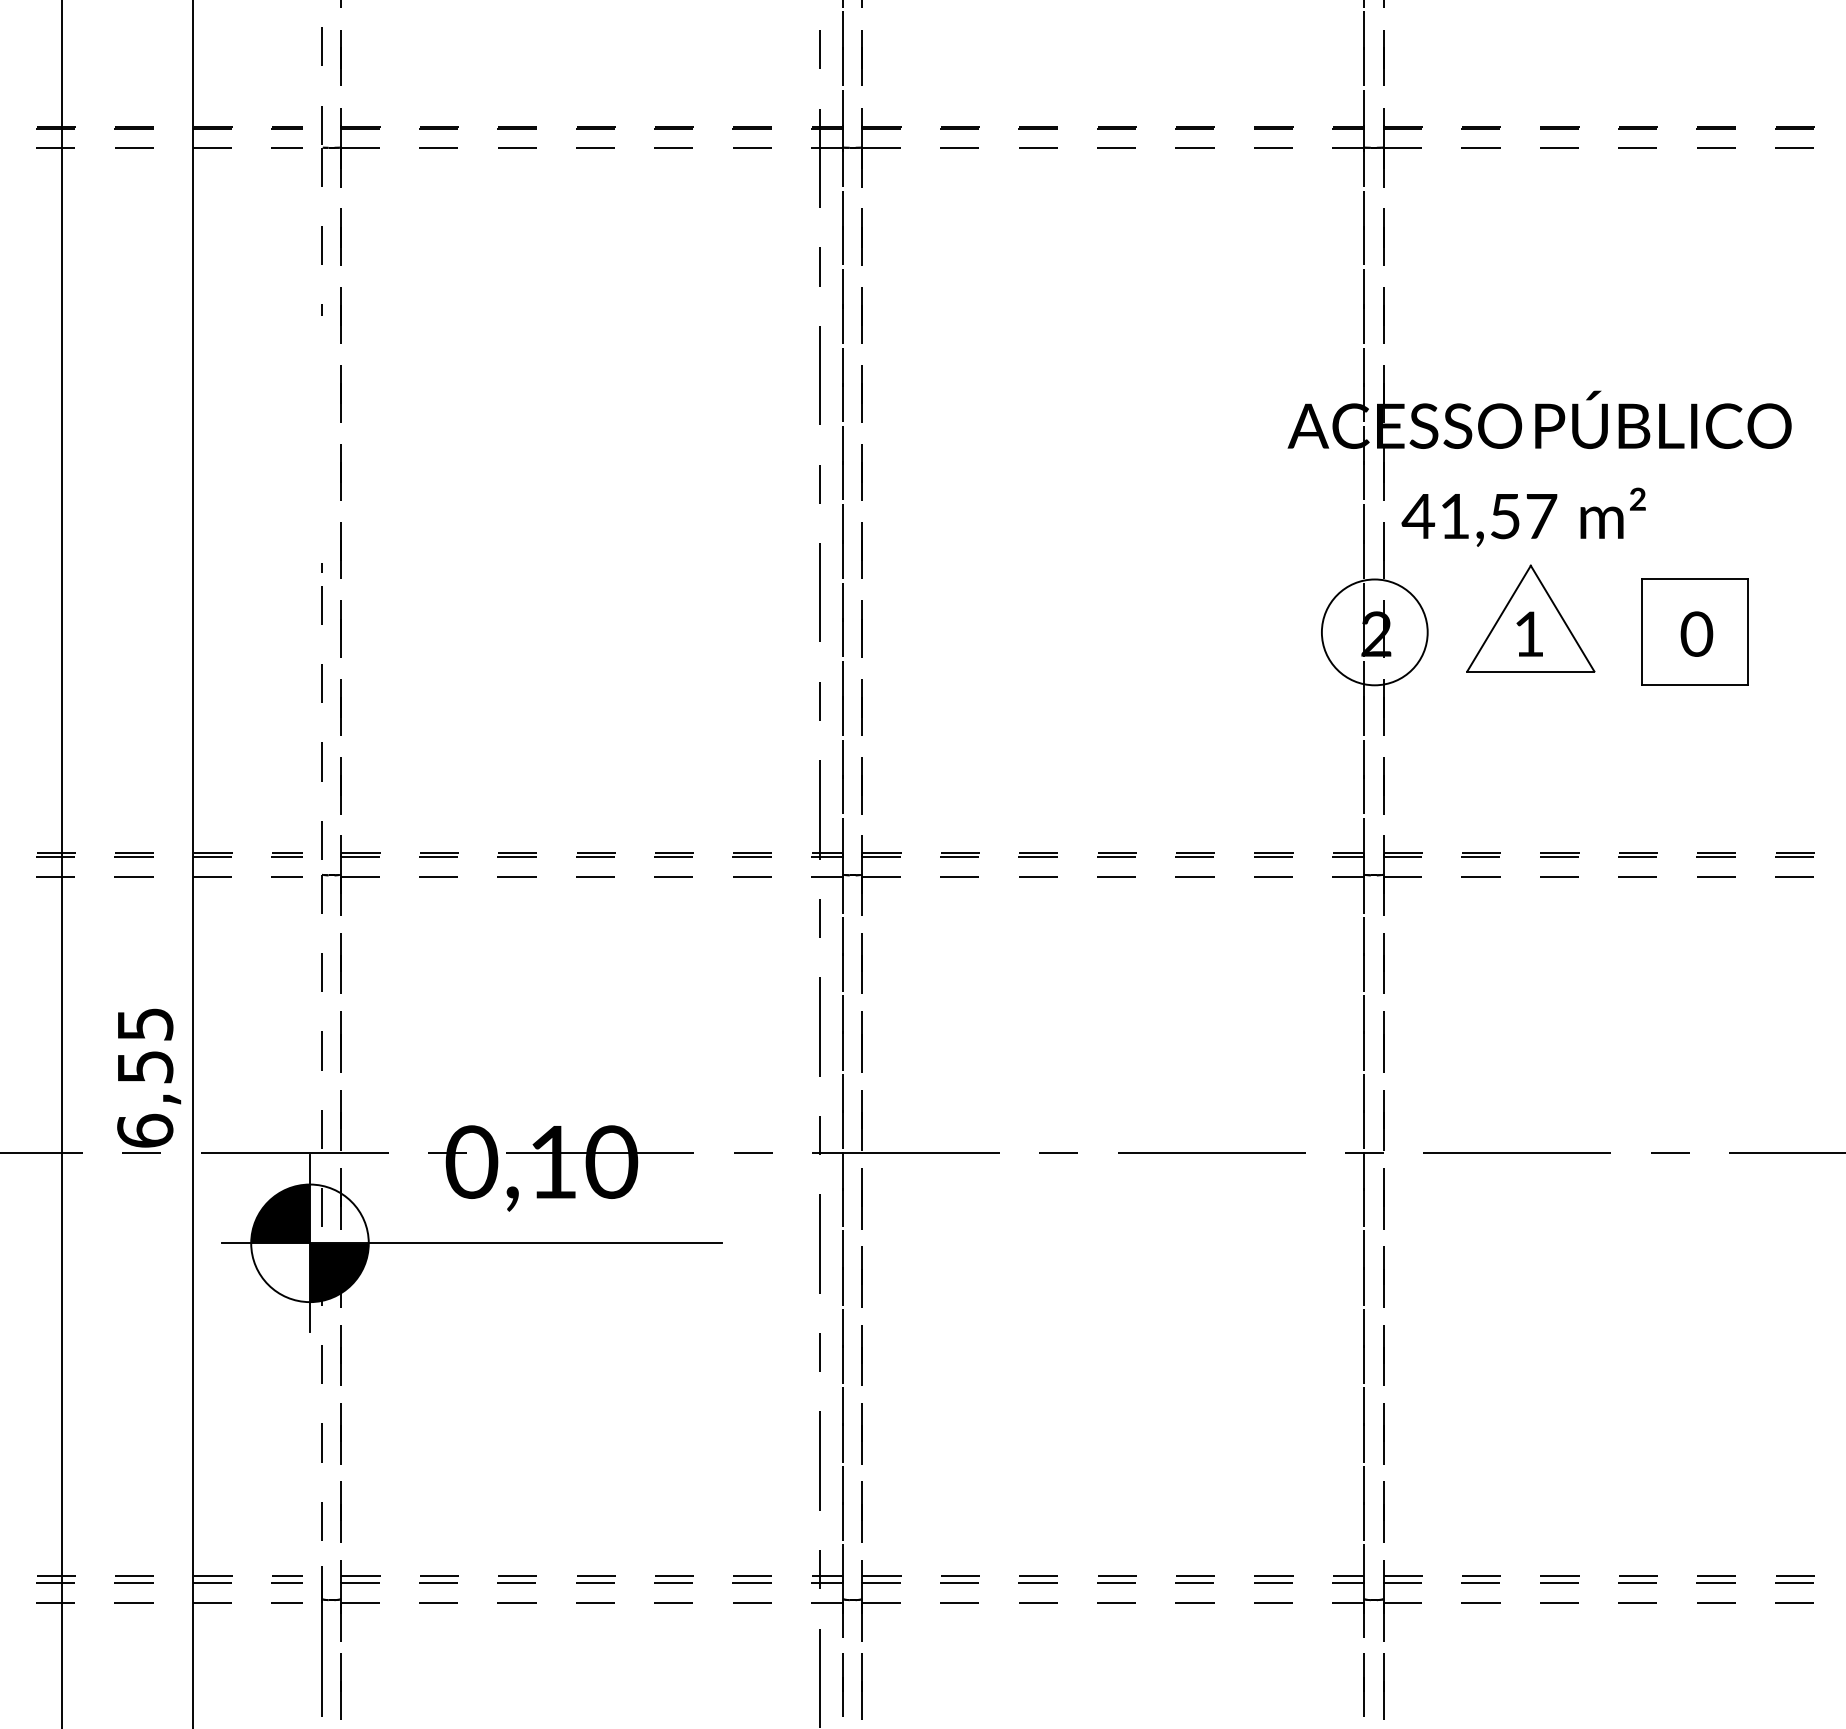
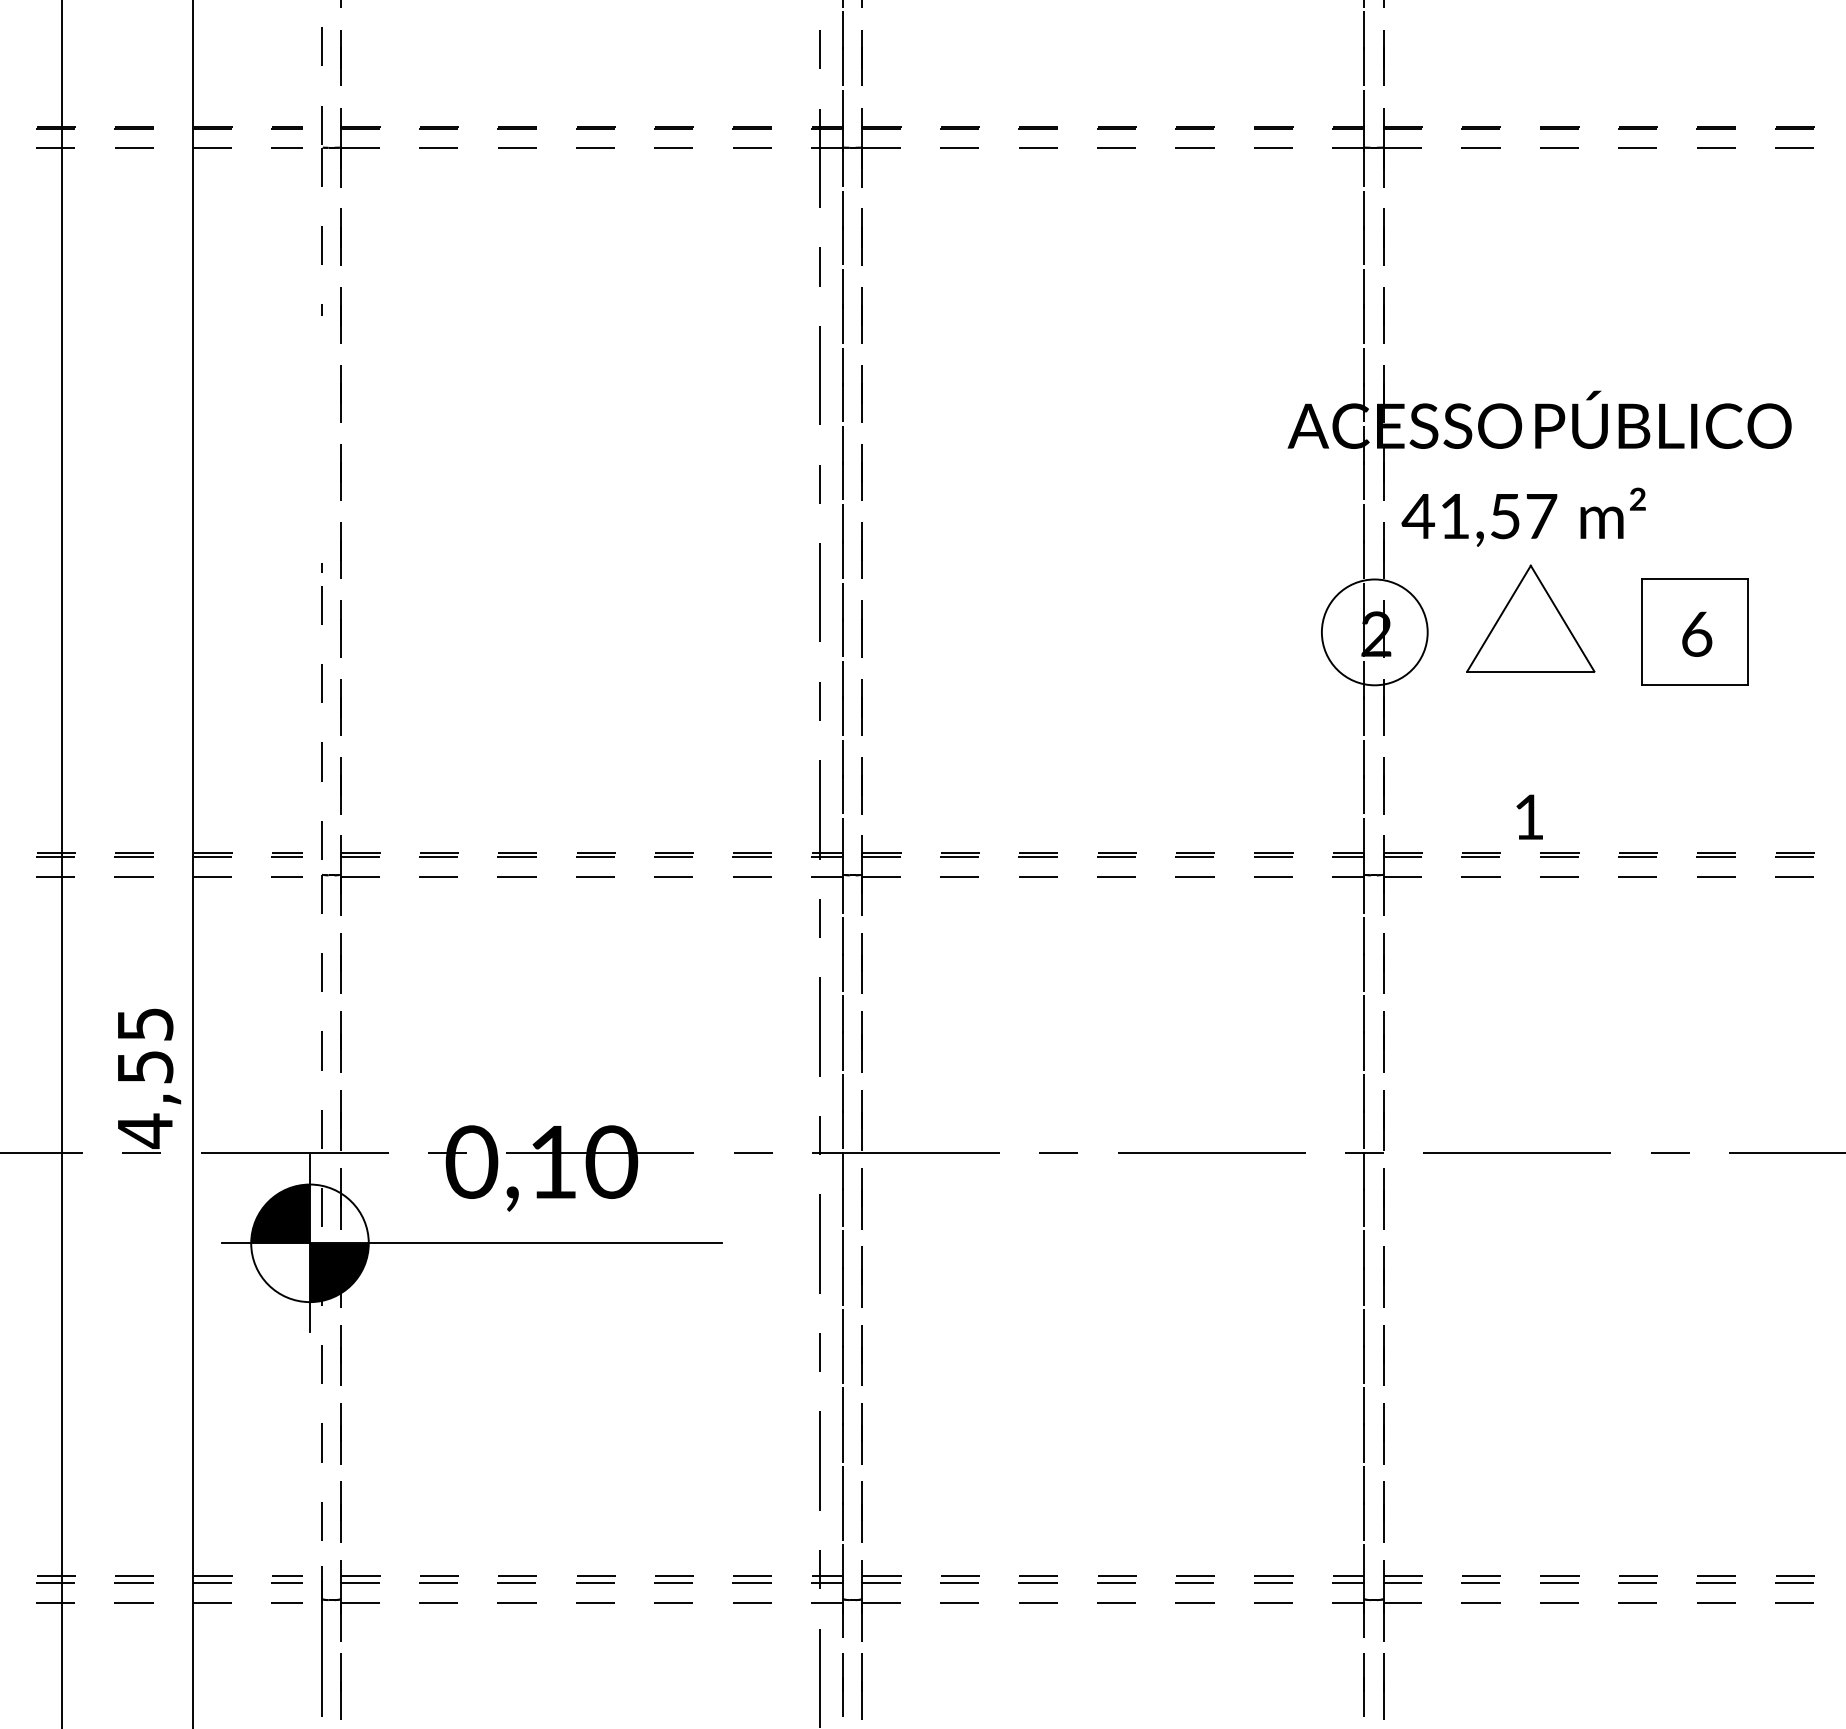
text at (1529, 633) position: (1529, 633) -> (1529, 816)
text at (1696, 633): 0 -> 6
text at (145, 1130): 6,55 -> 4,55
